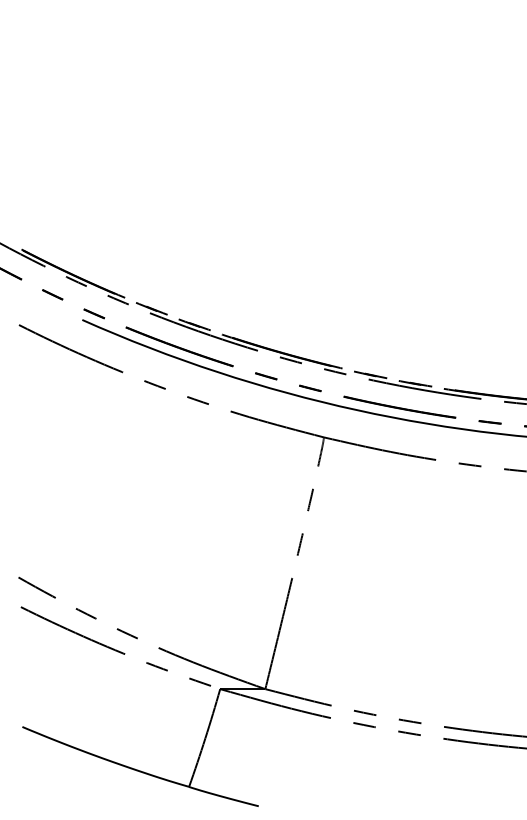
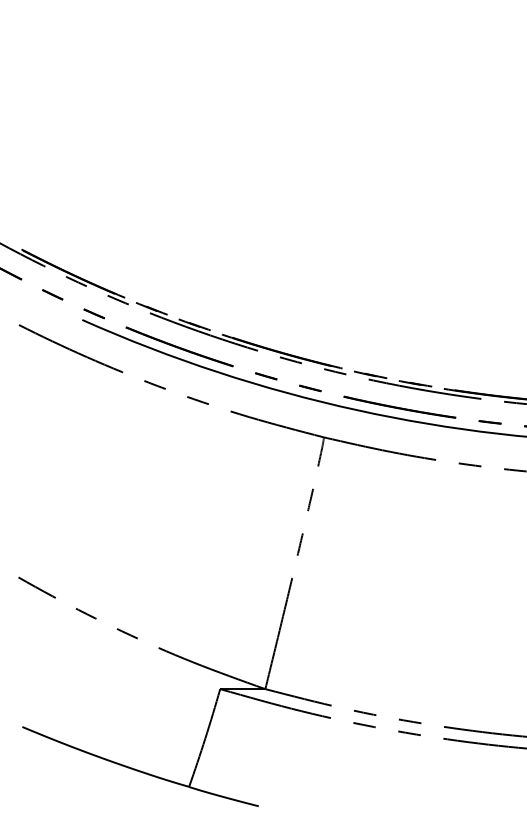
curve at (114, 648): present -> none
